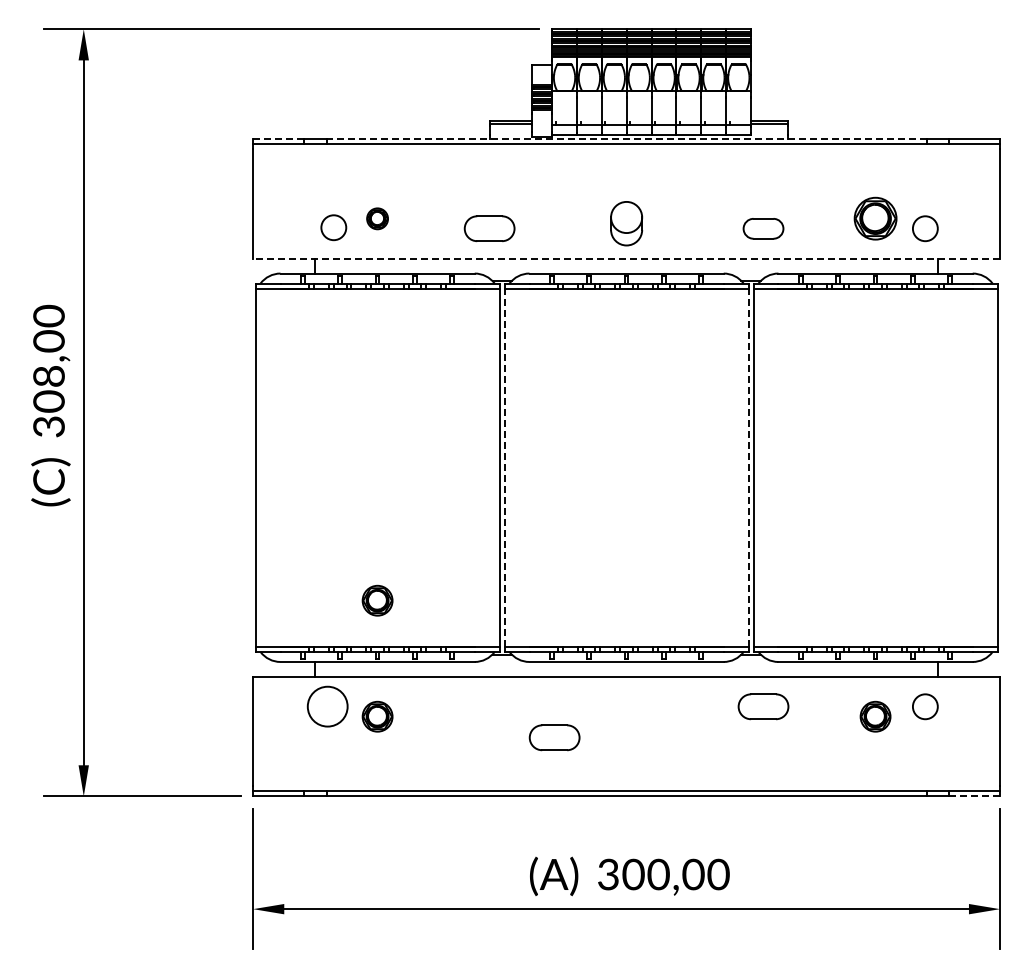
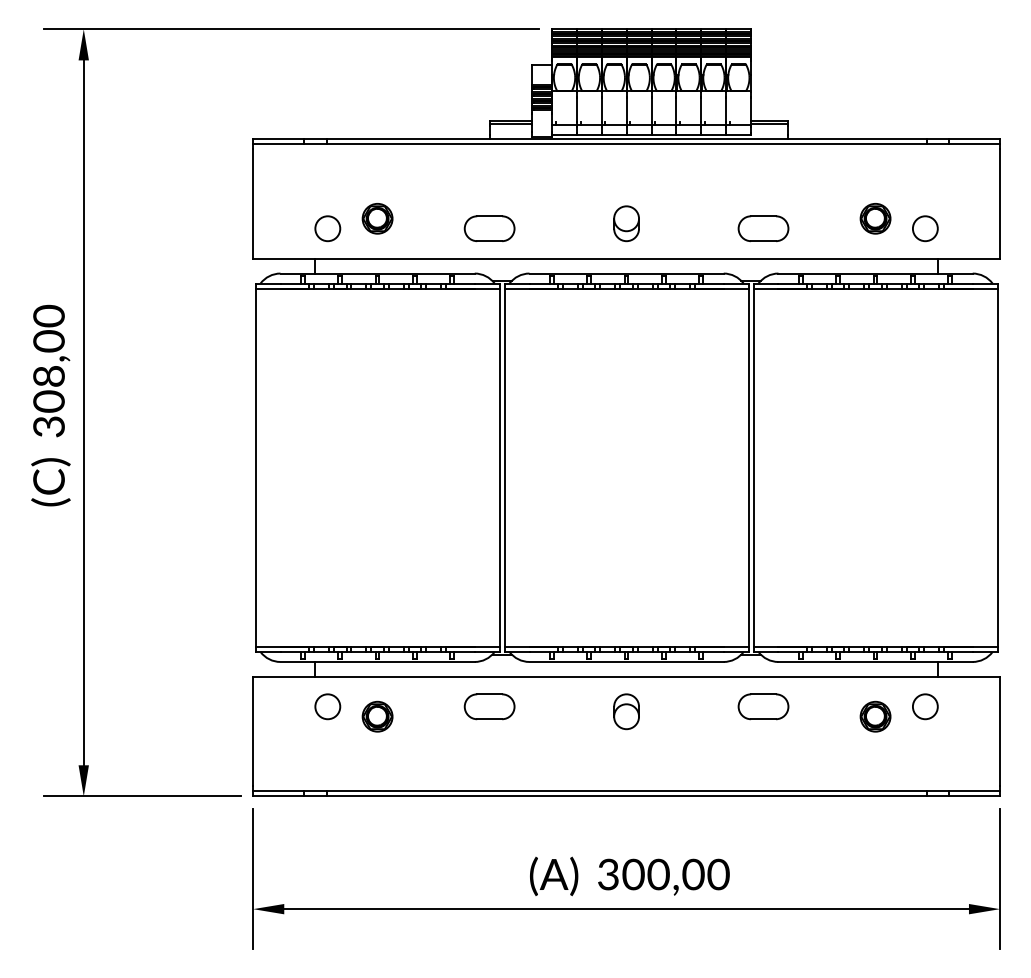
line at (278, 139): dashed -> solid
line at (626, 139): dashed -> solid
part at (377, 218) size: 23x24 px -> 33x32 px
part at (875, 218) size: 45x45 px -> 33x32 px
part at (626, 223) size: 34x46 px -> 27x38 px
circle at (333, 227) position: (333, 227) -> (327, 228)
part at (763, 228) size: 43x22 px -> 53x28 px
line at (626, 258): dashed -> solid
line at (504, 467): dashed -> solid
line at (748, 467): dashed -> solid
part at (377, 600): present -> none
circle at (327, 706) size: 43x43 px -> 28x28 px
part at (626, 711): none -> present
part at (554, 737) position: (554, 737) -> (489, 706)
line at (974, 796): dashed -> solid
